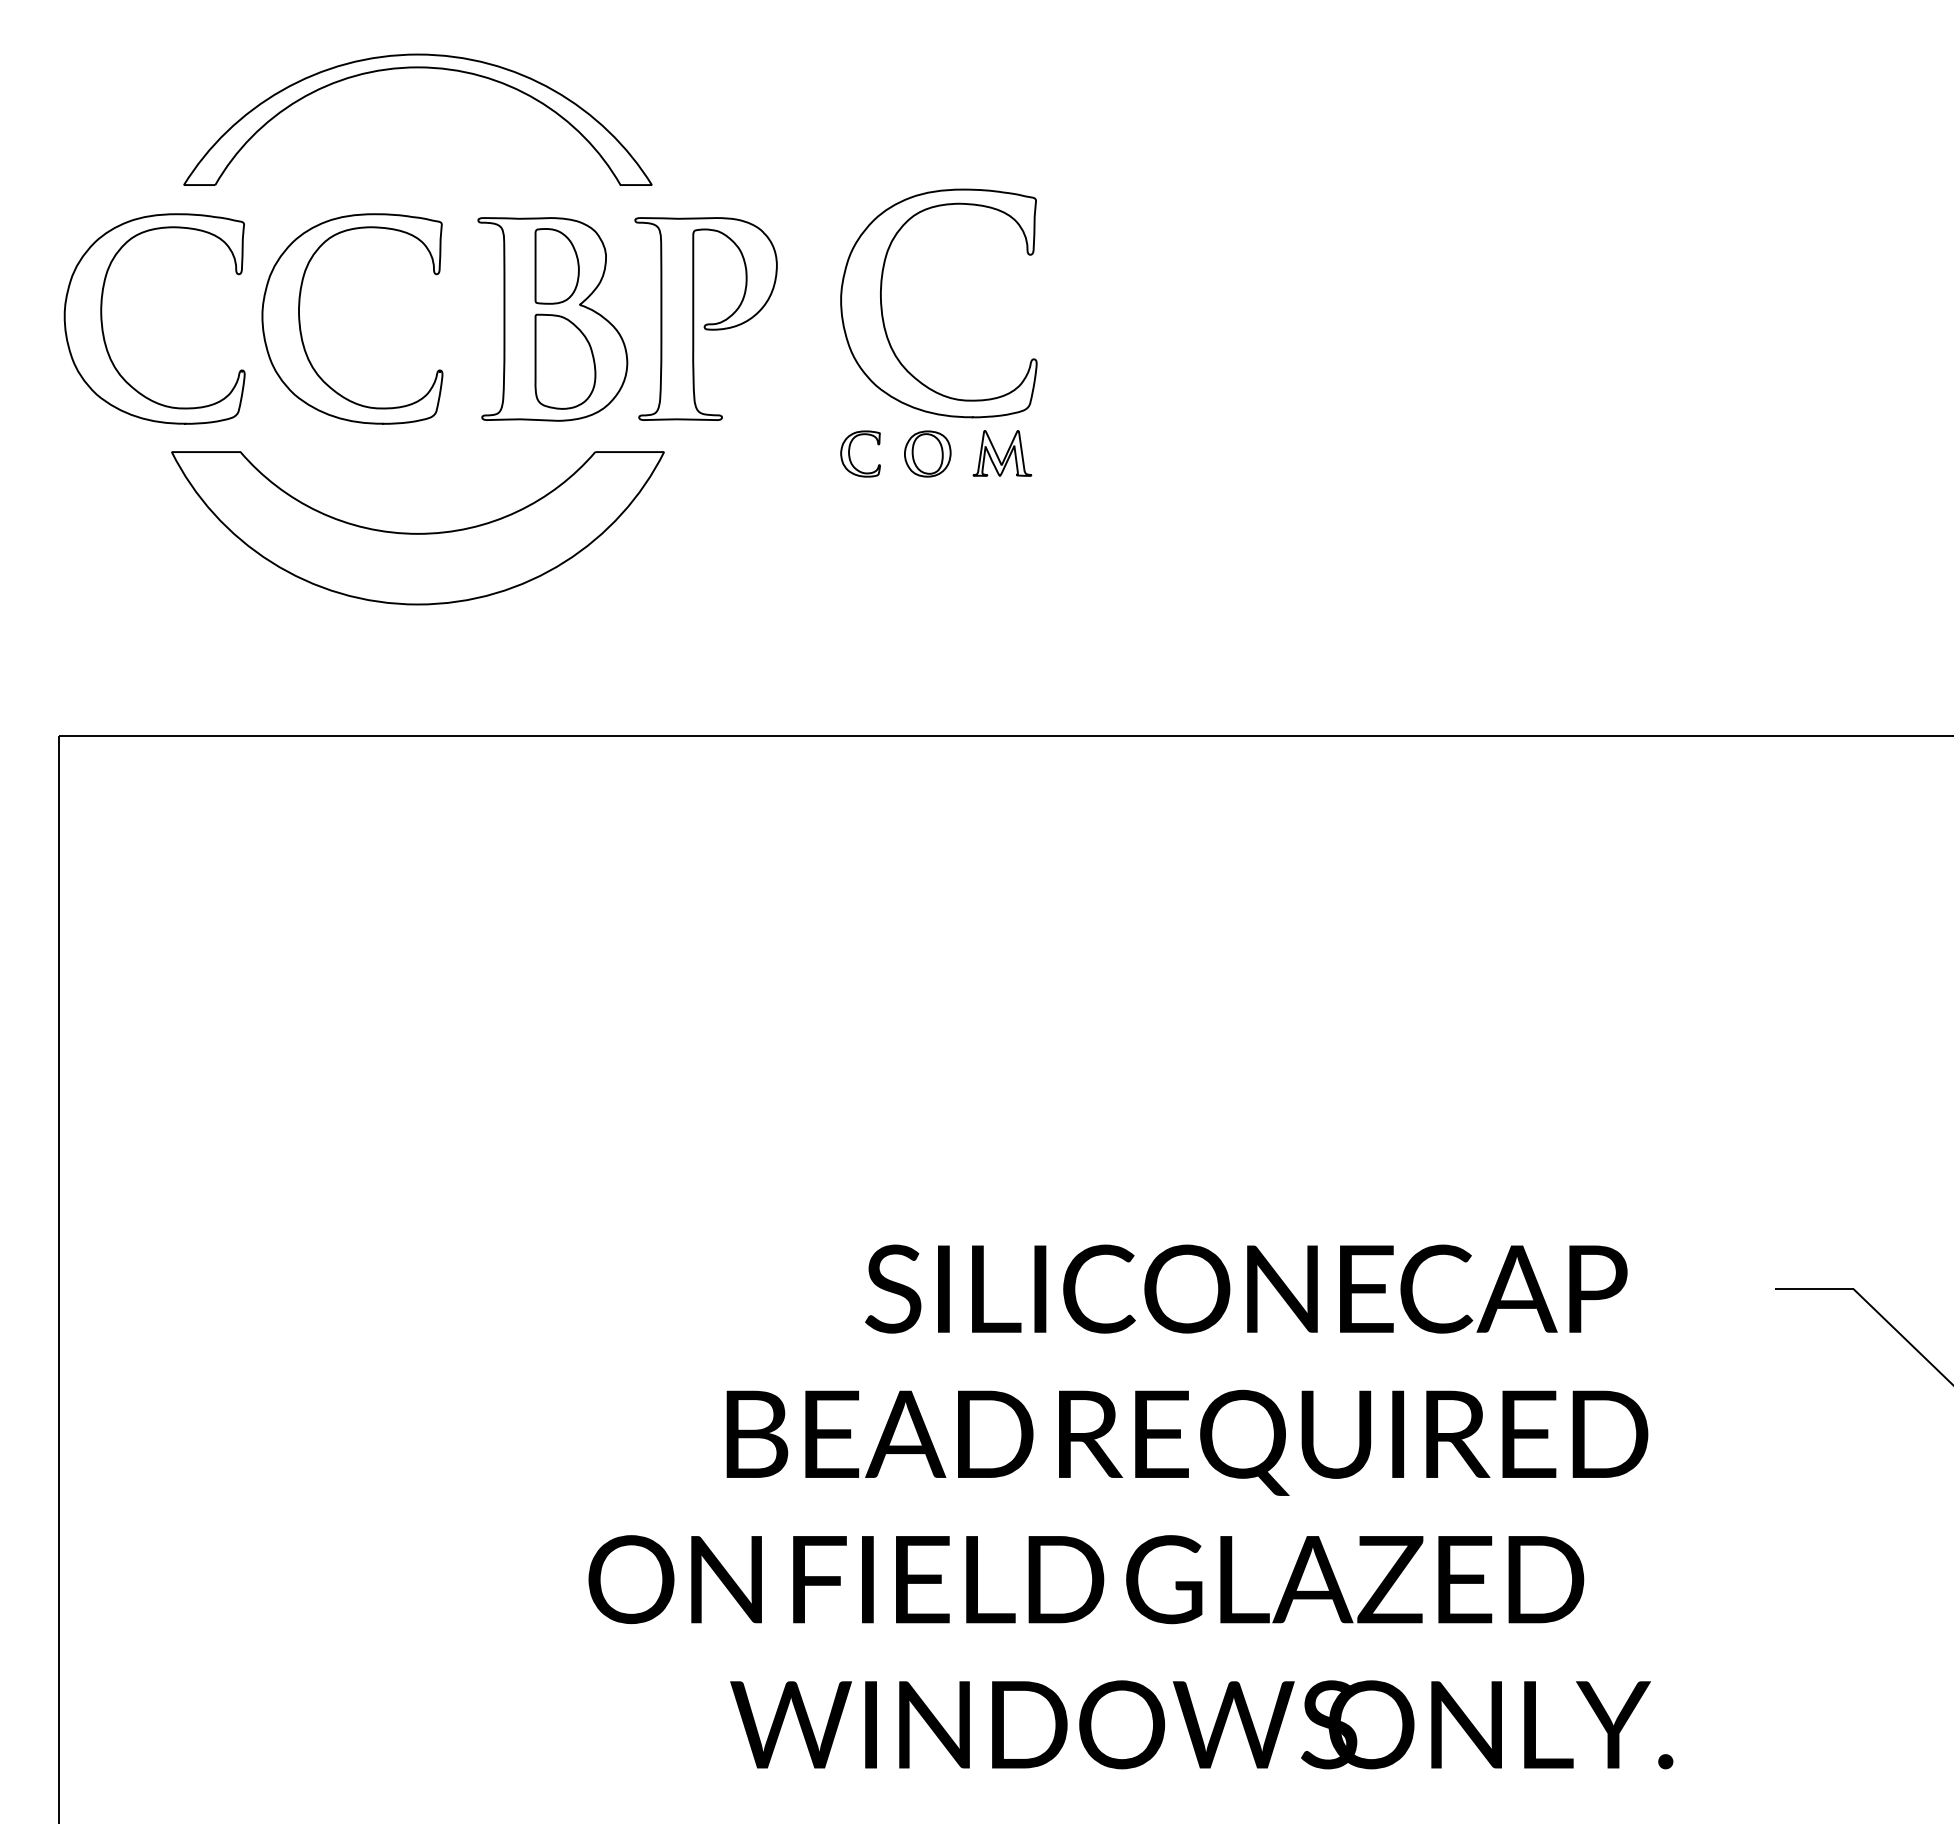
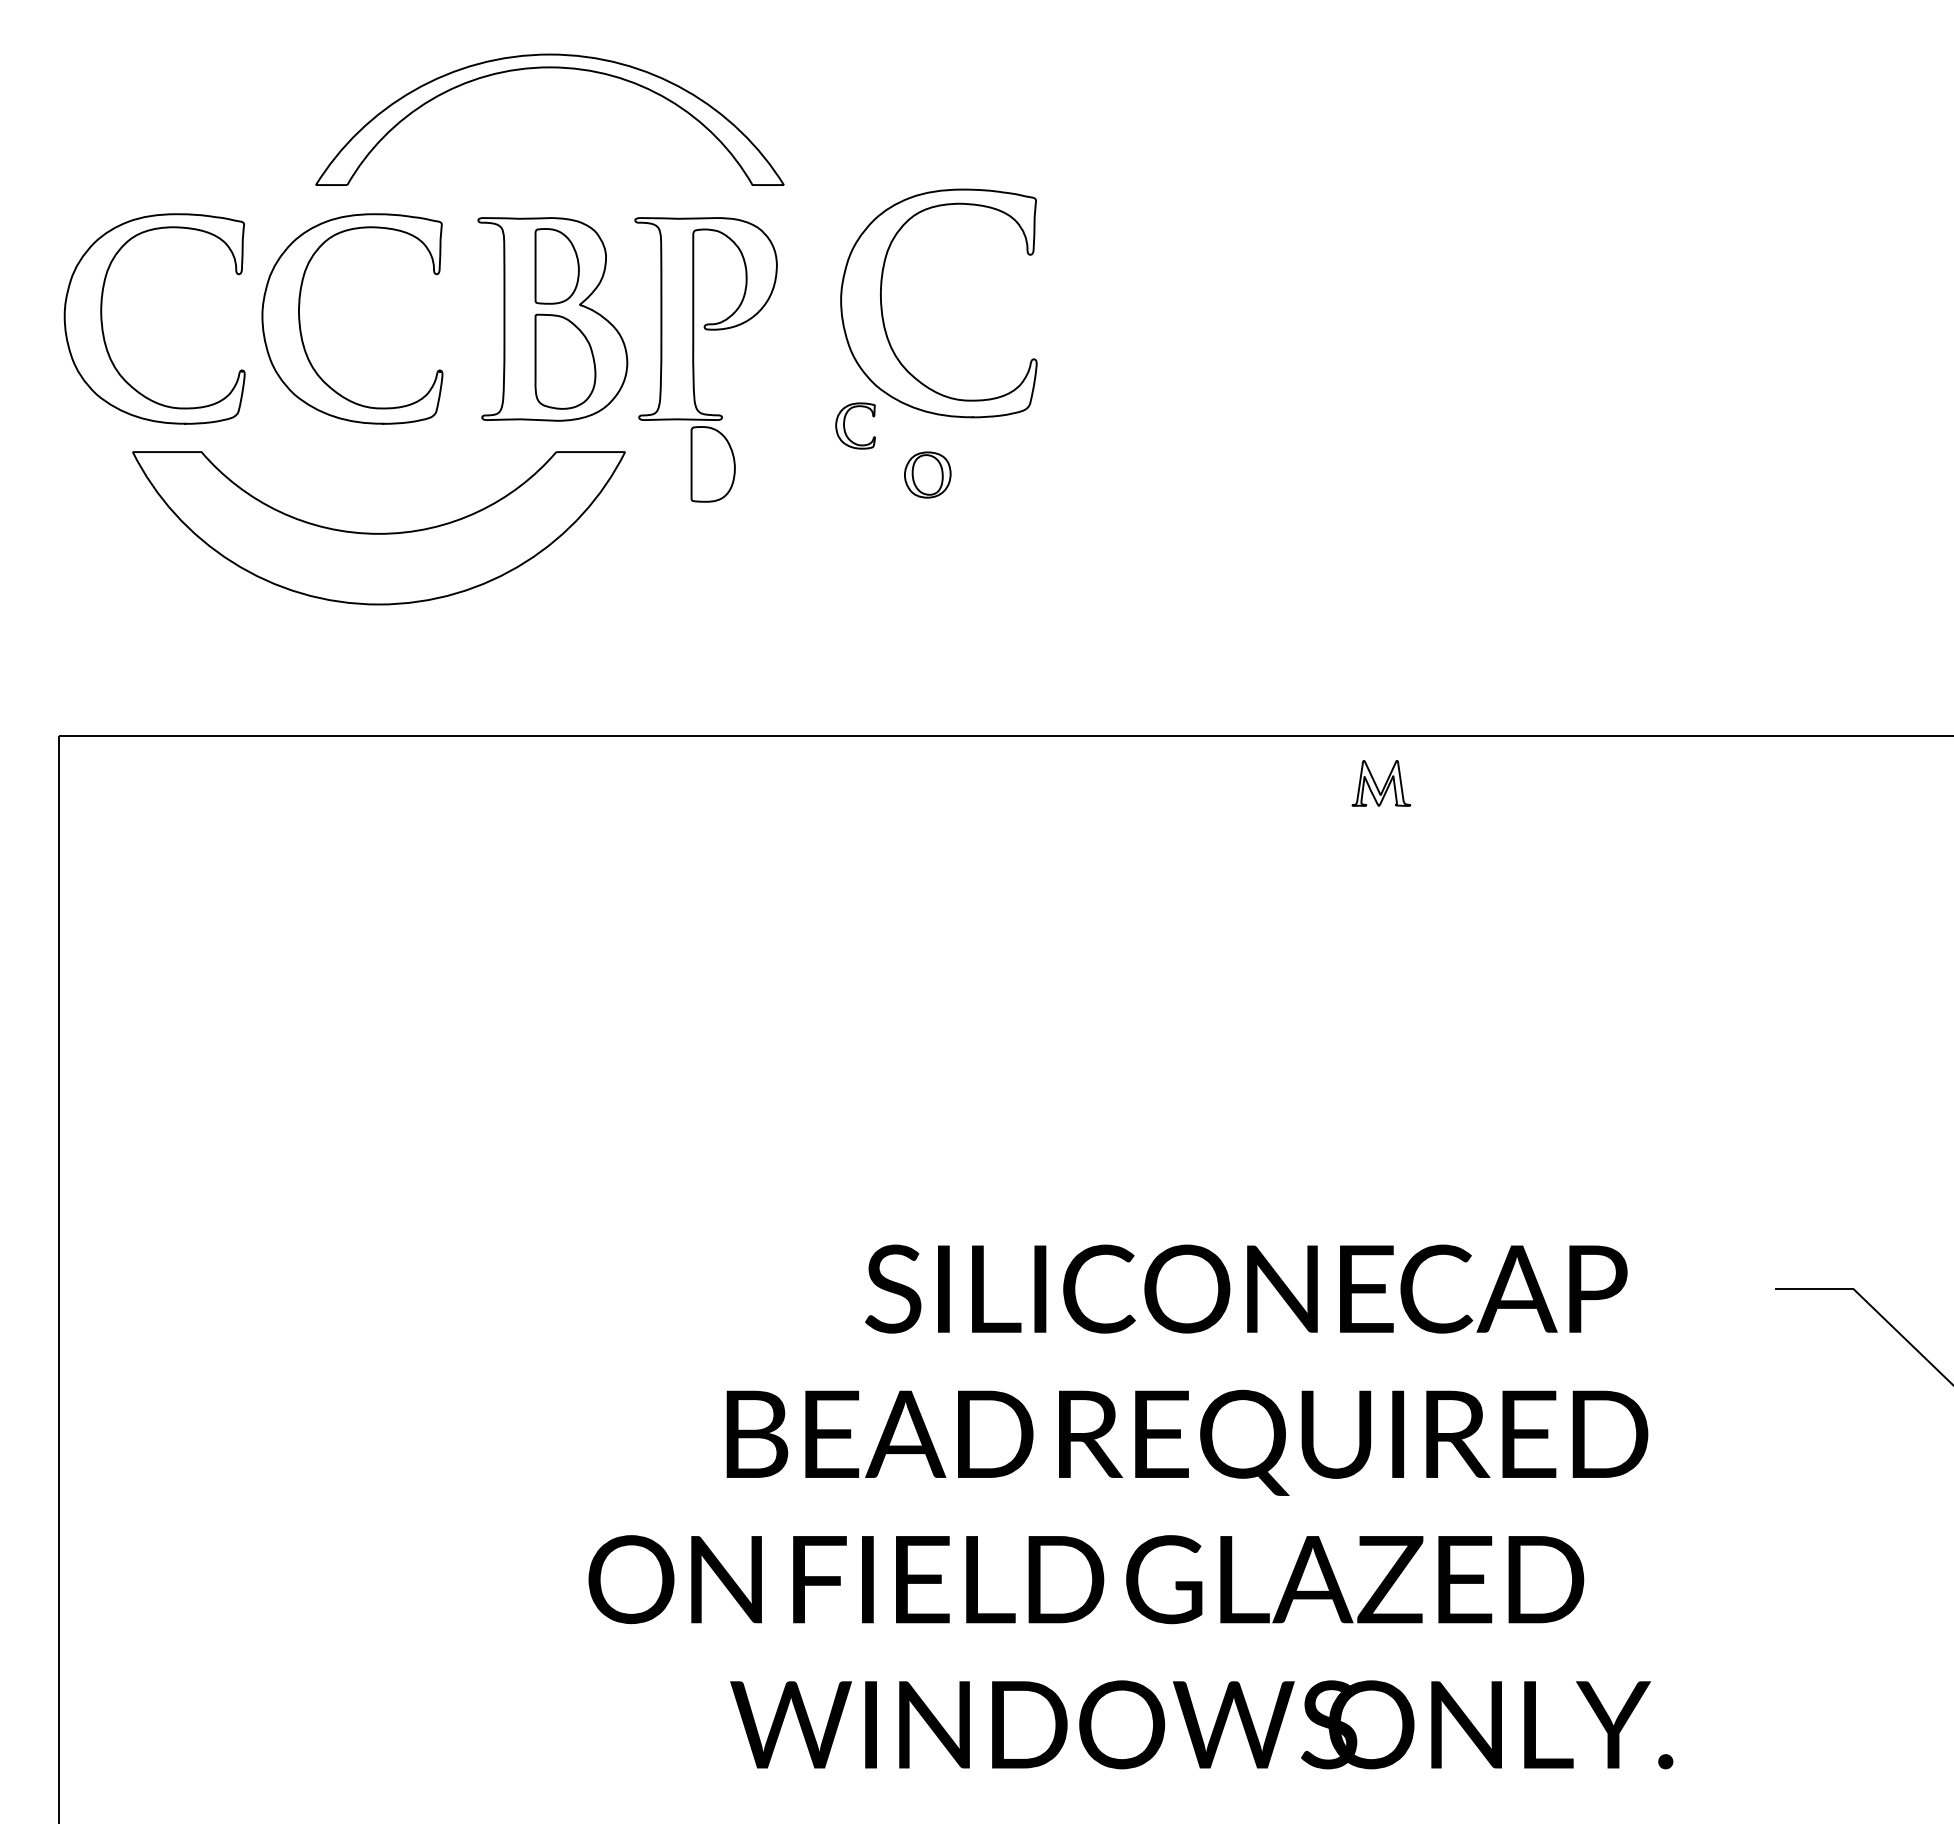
part at (417, 68) position: (417, 68) -> (549, 68)
part at (927, 453) position: (927, 453) -> (927, 474)
part at (1002, 453) position: (1002, 453) -> (1381, 783)
part at (850, 455) position: (850, 455) -> (845, 427)
part at (712, 464): none -> present
part at (417, 528) position: (417, 528) -> (378, 528)
